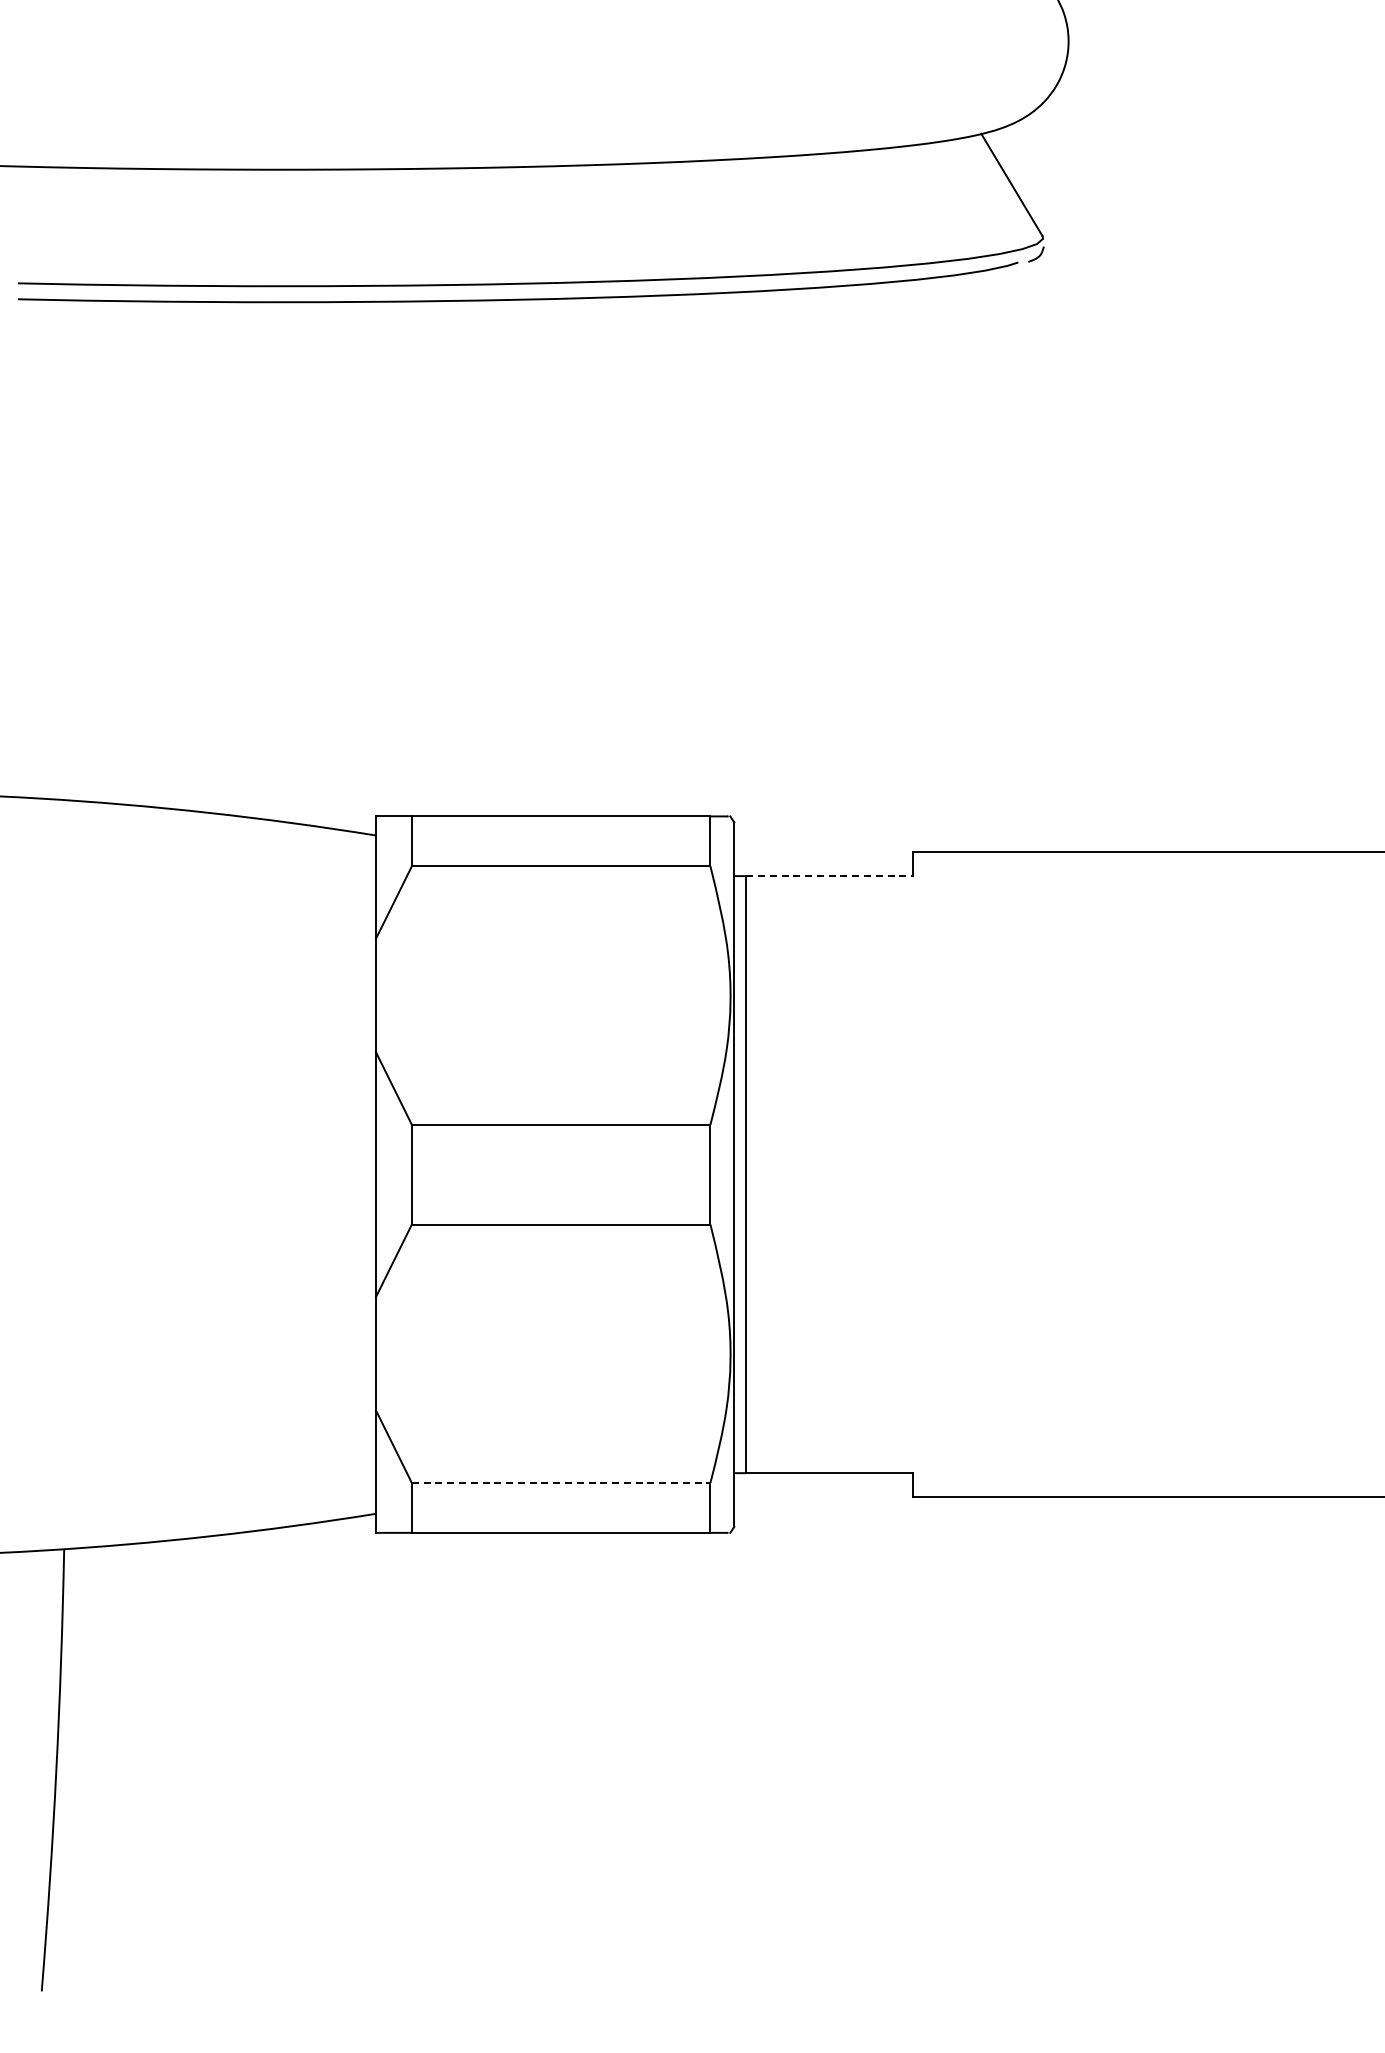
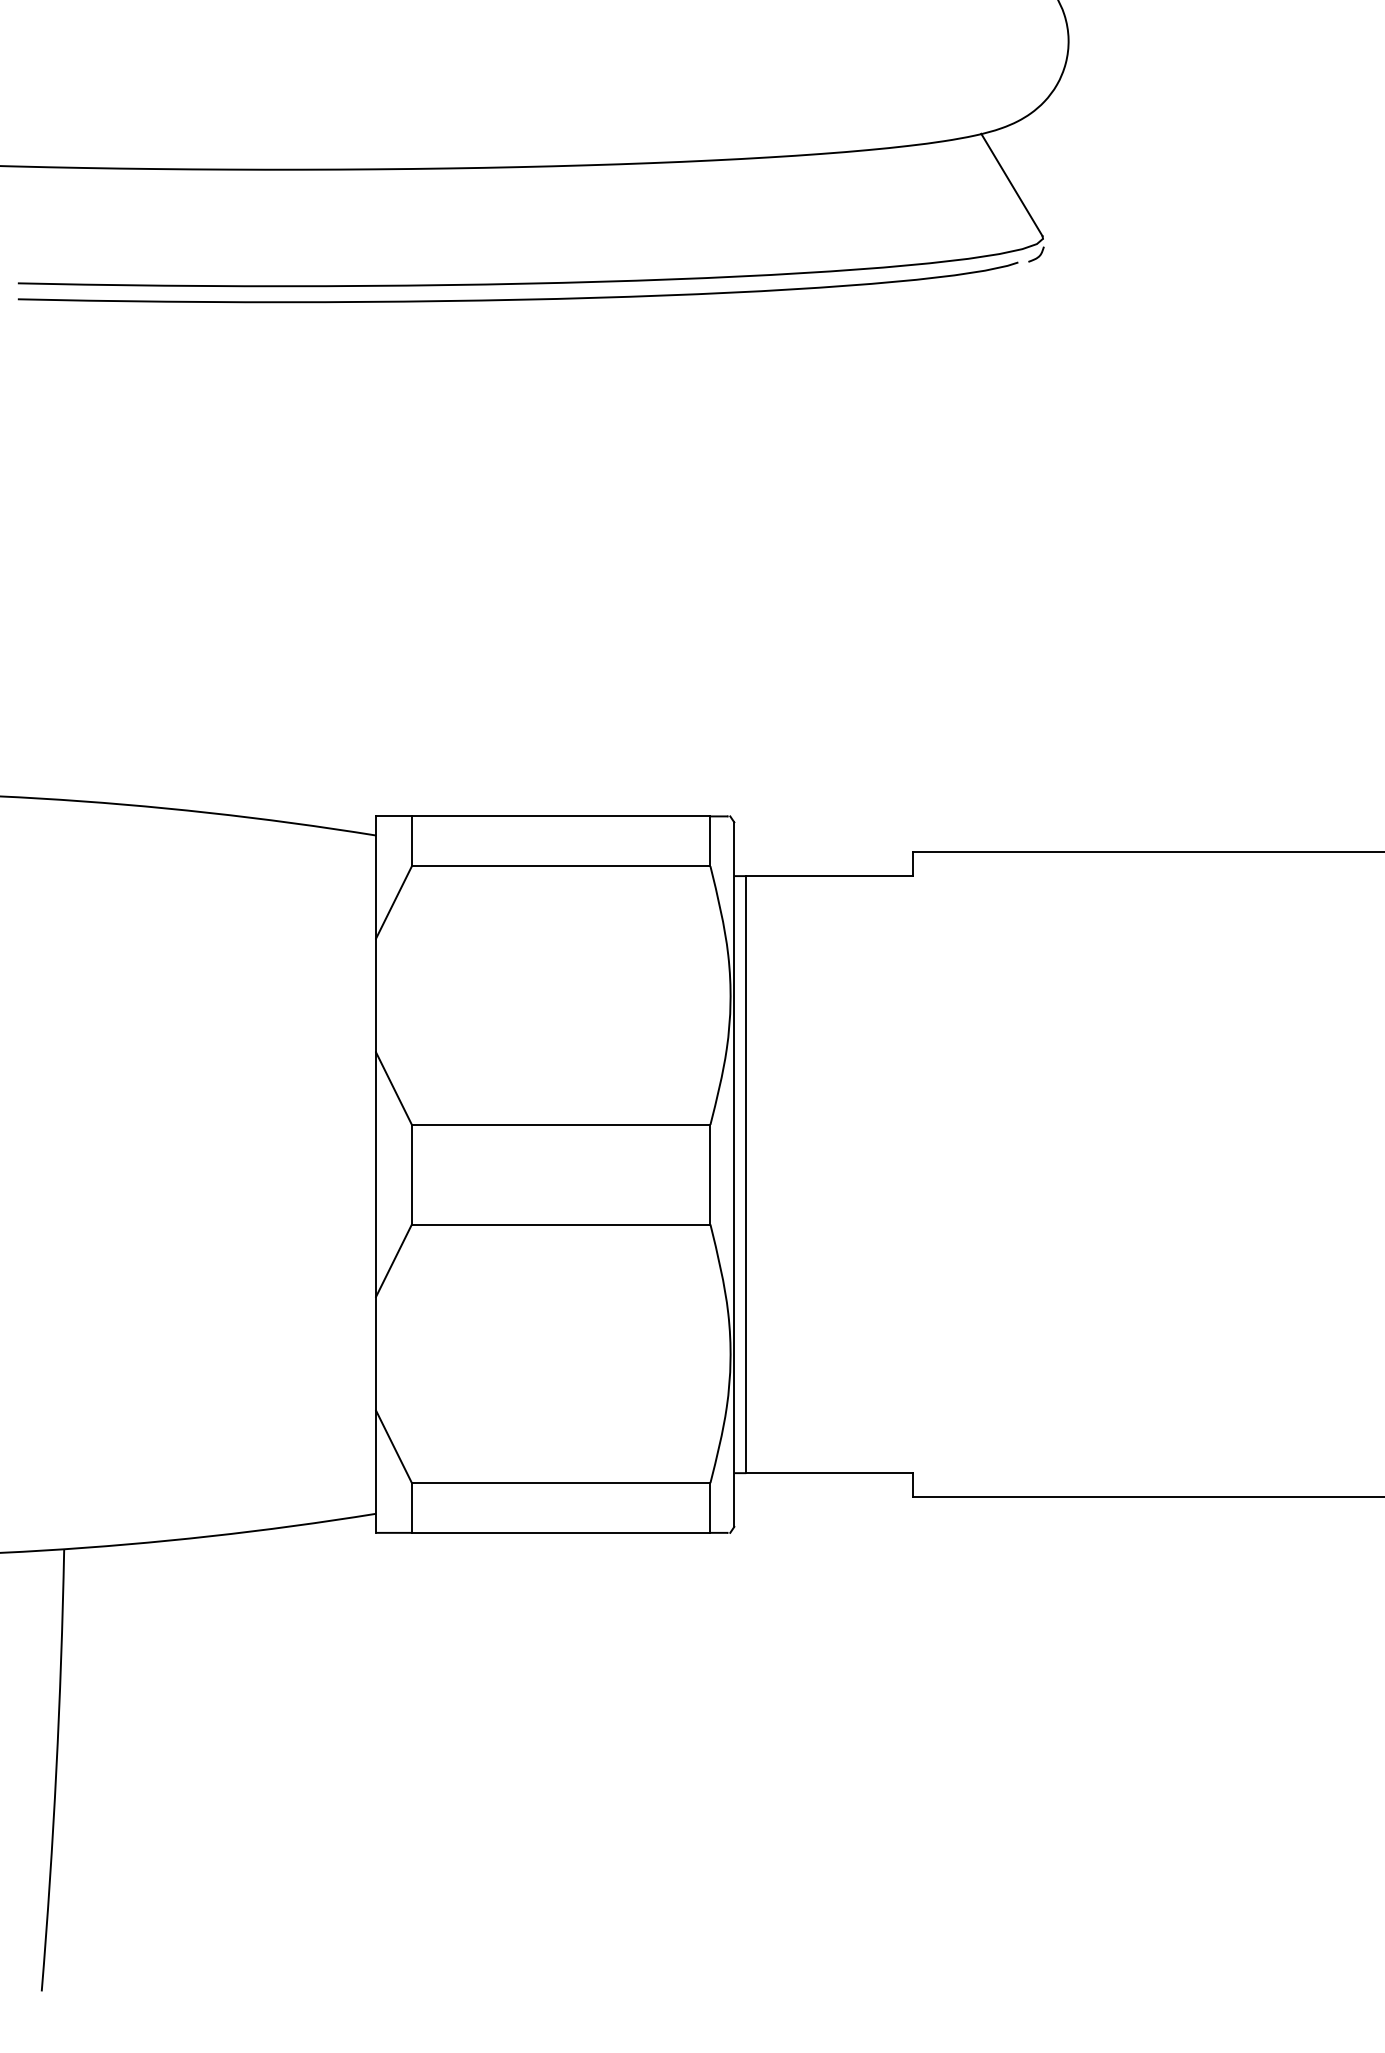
line at (829, 876): dashed -> solid
line at (561, 1483): dashed -> solid
